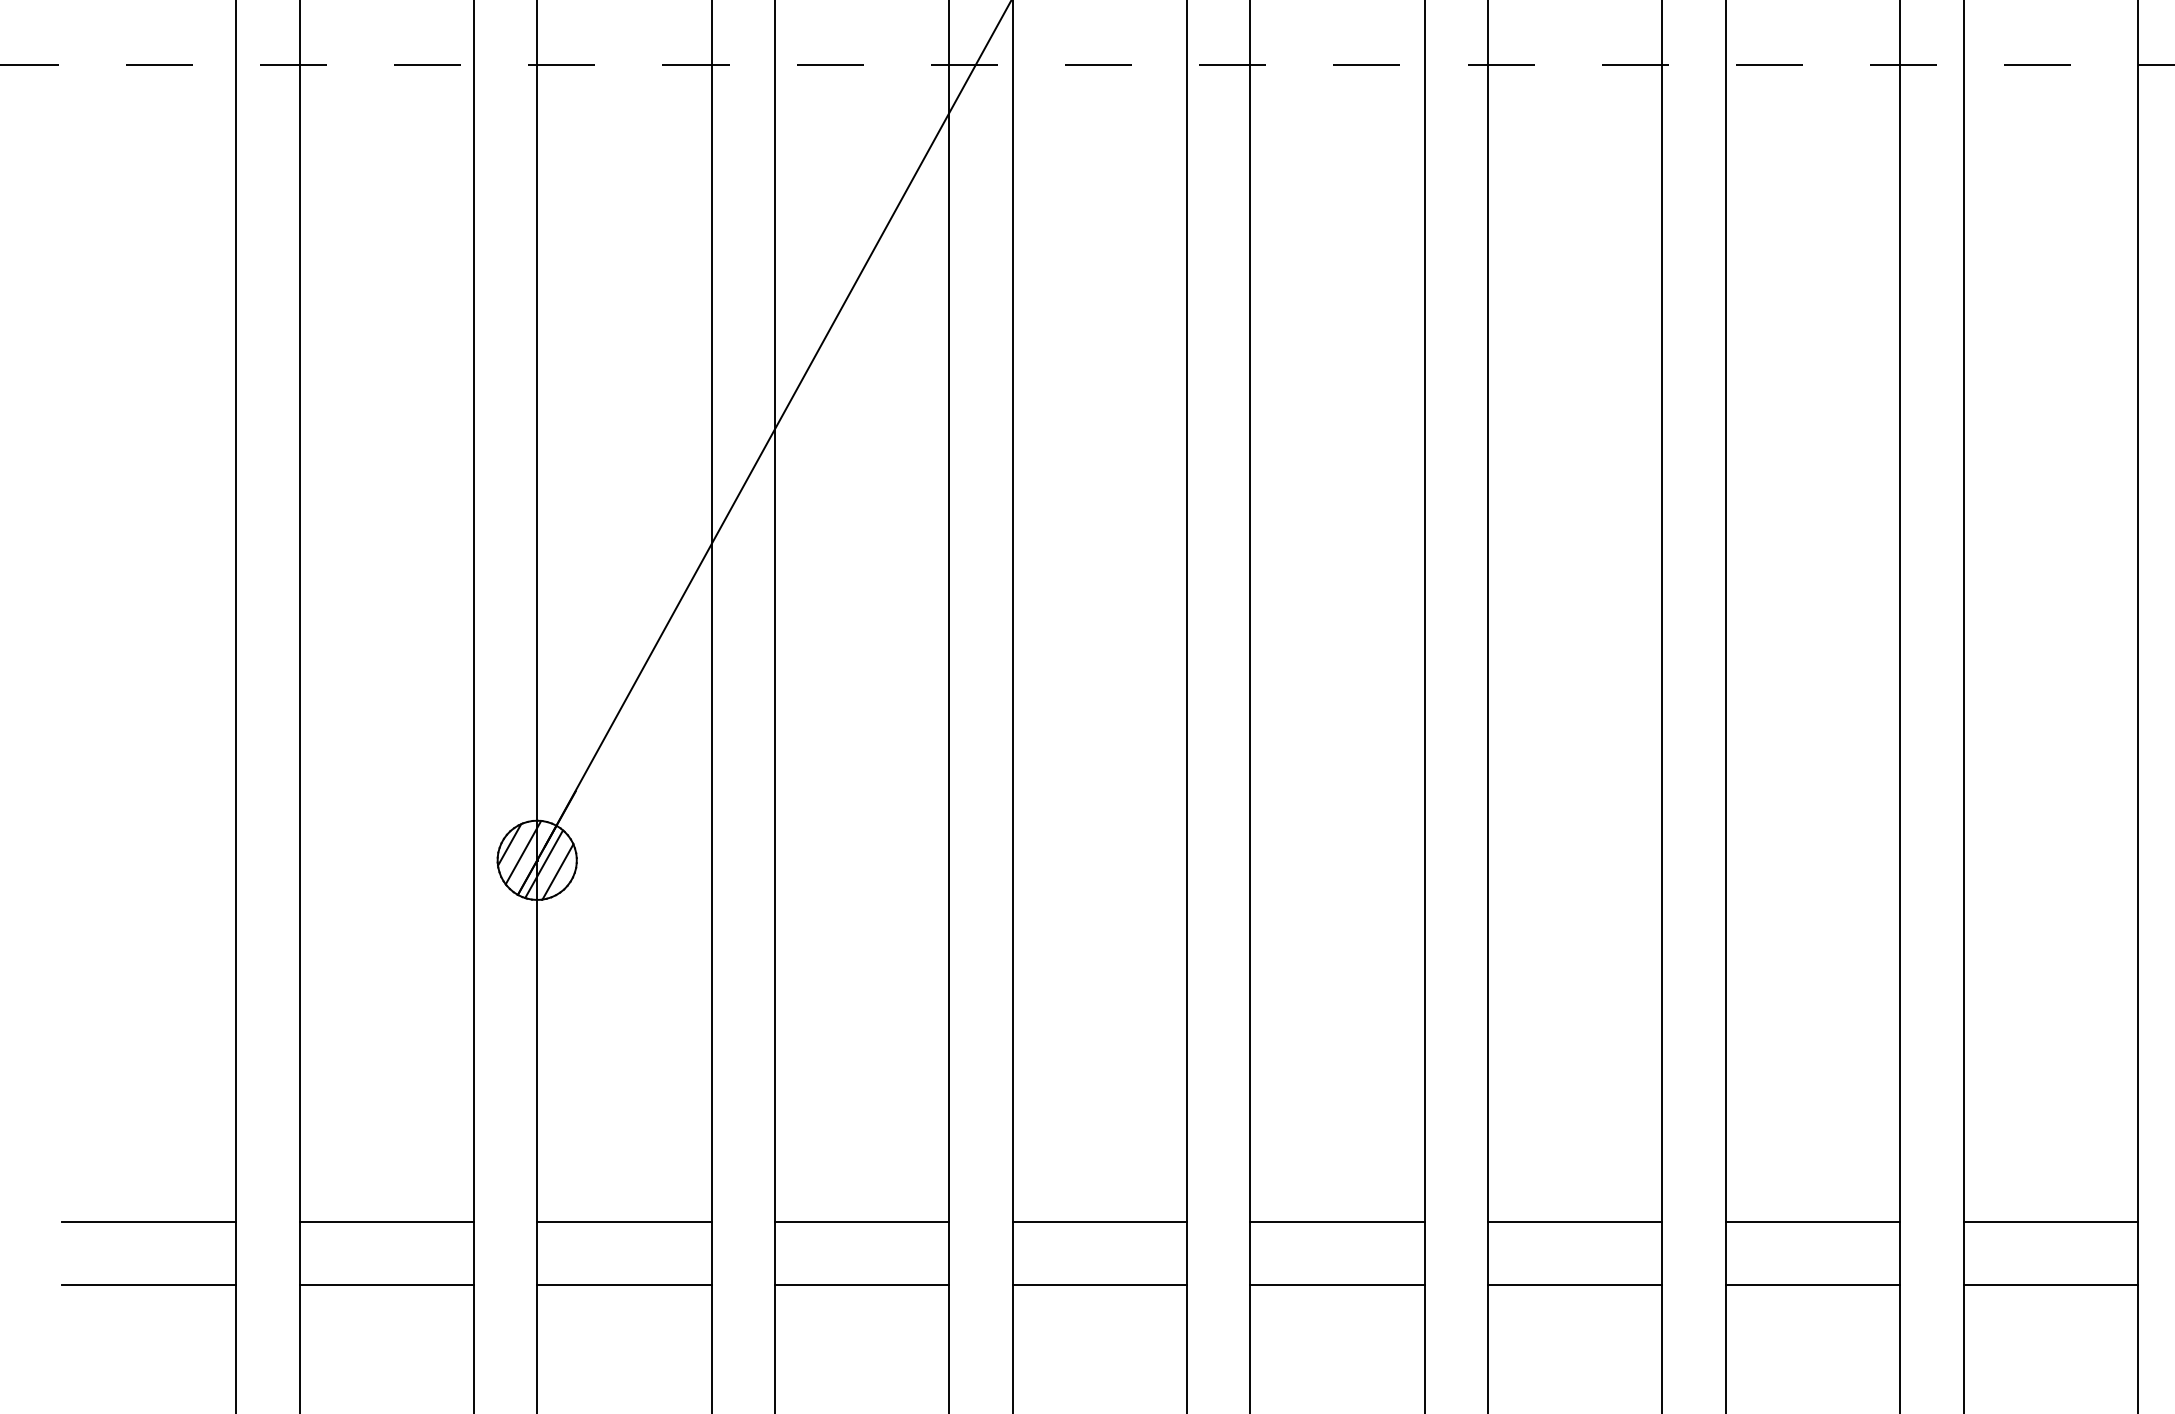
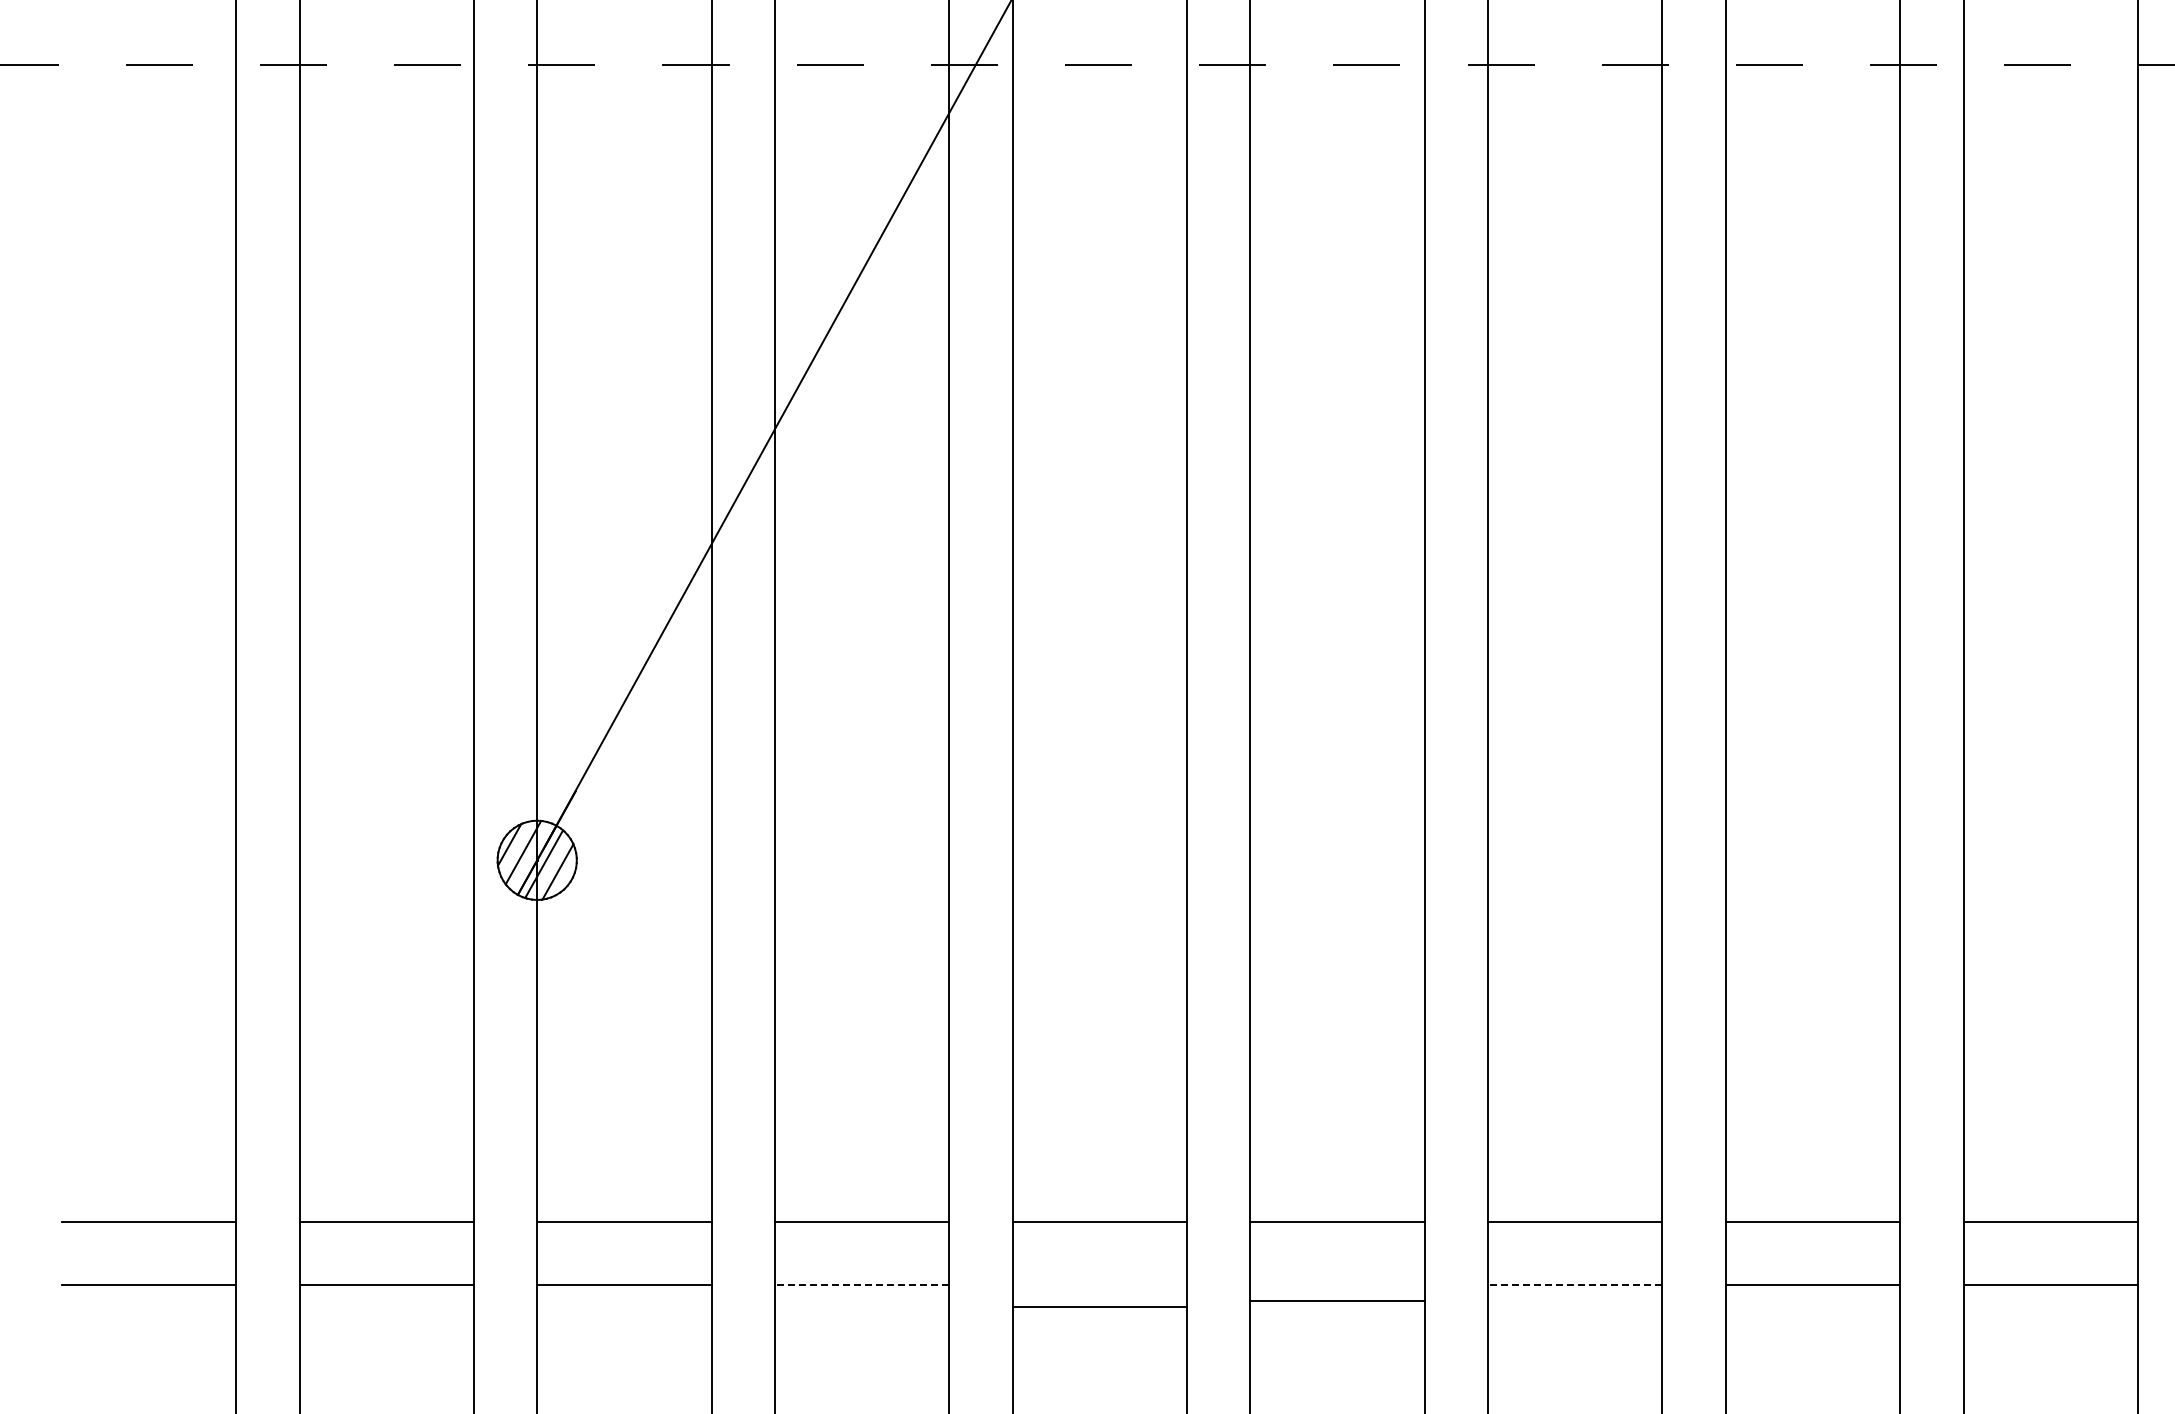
line at (861, 1285): solid -> dashed
line at (1099, 1285) position: (1099, 1285) -> (1099, 1307)
line at (1337, 1285) position: (1337, 1285) -> (1337, 1301)
line at (1574, 1285): solid -> dashed
